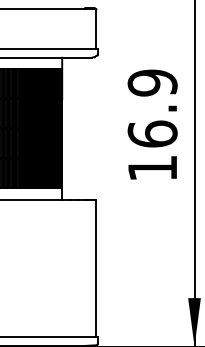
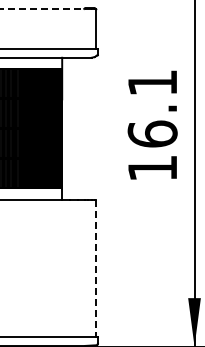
line at (46, 8): solid -> dashed
text at (152, 82): 16.9 -> 16.1
line at (96, 269): solid -> dashed
